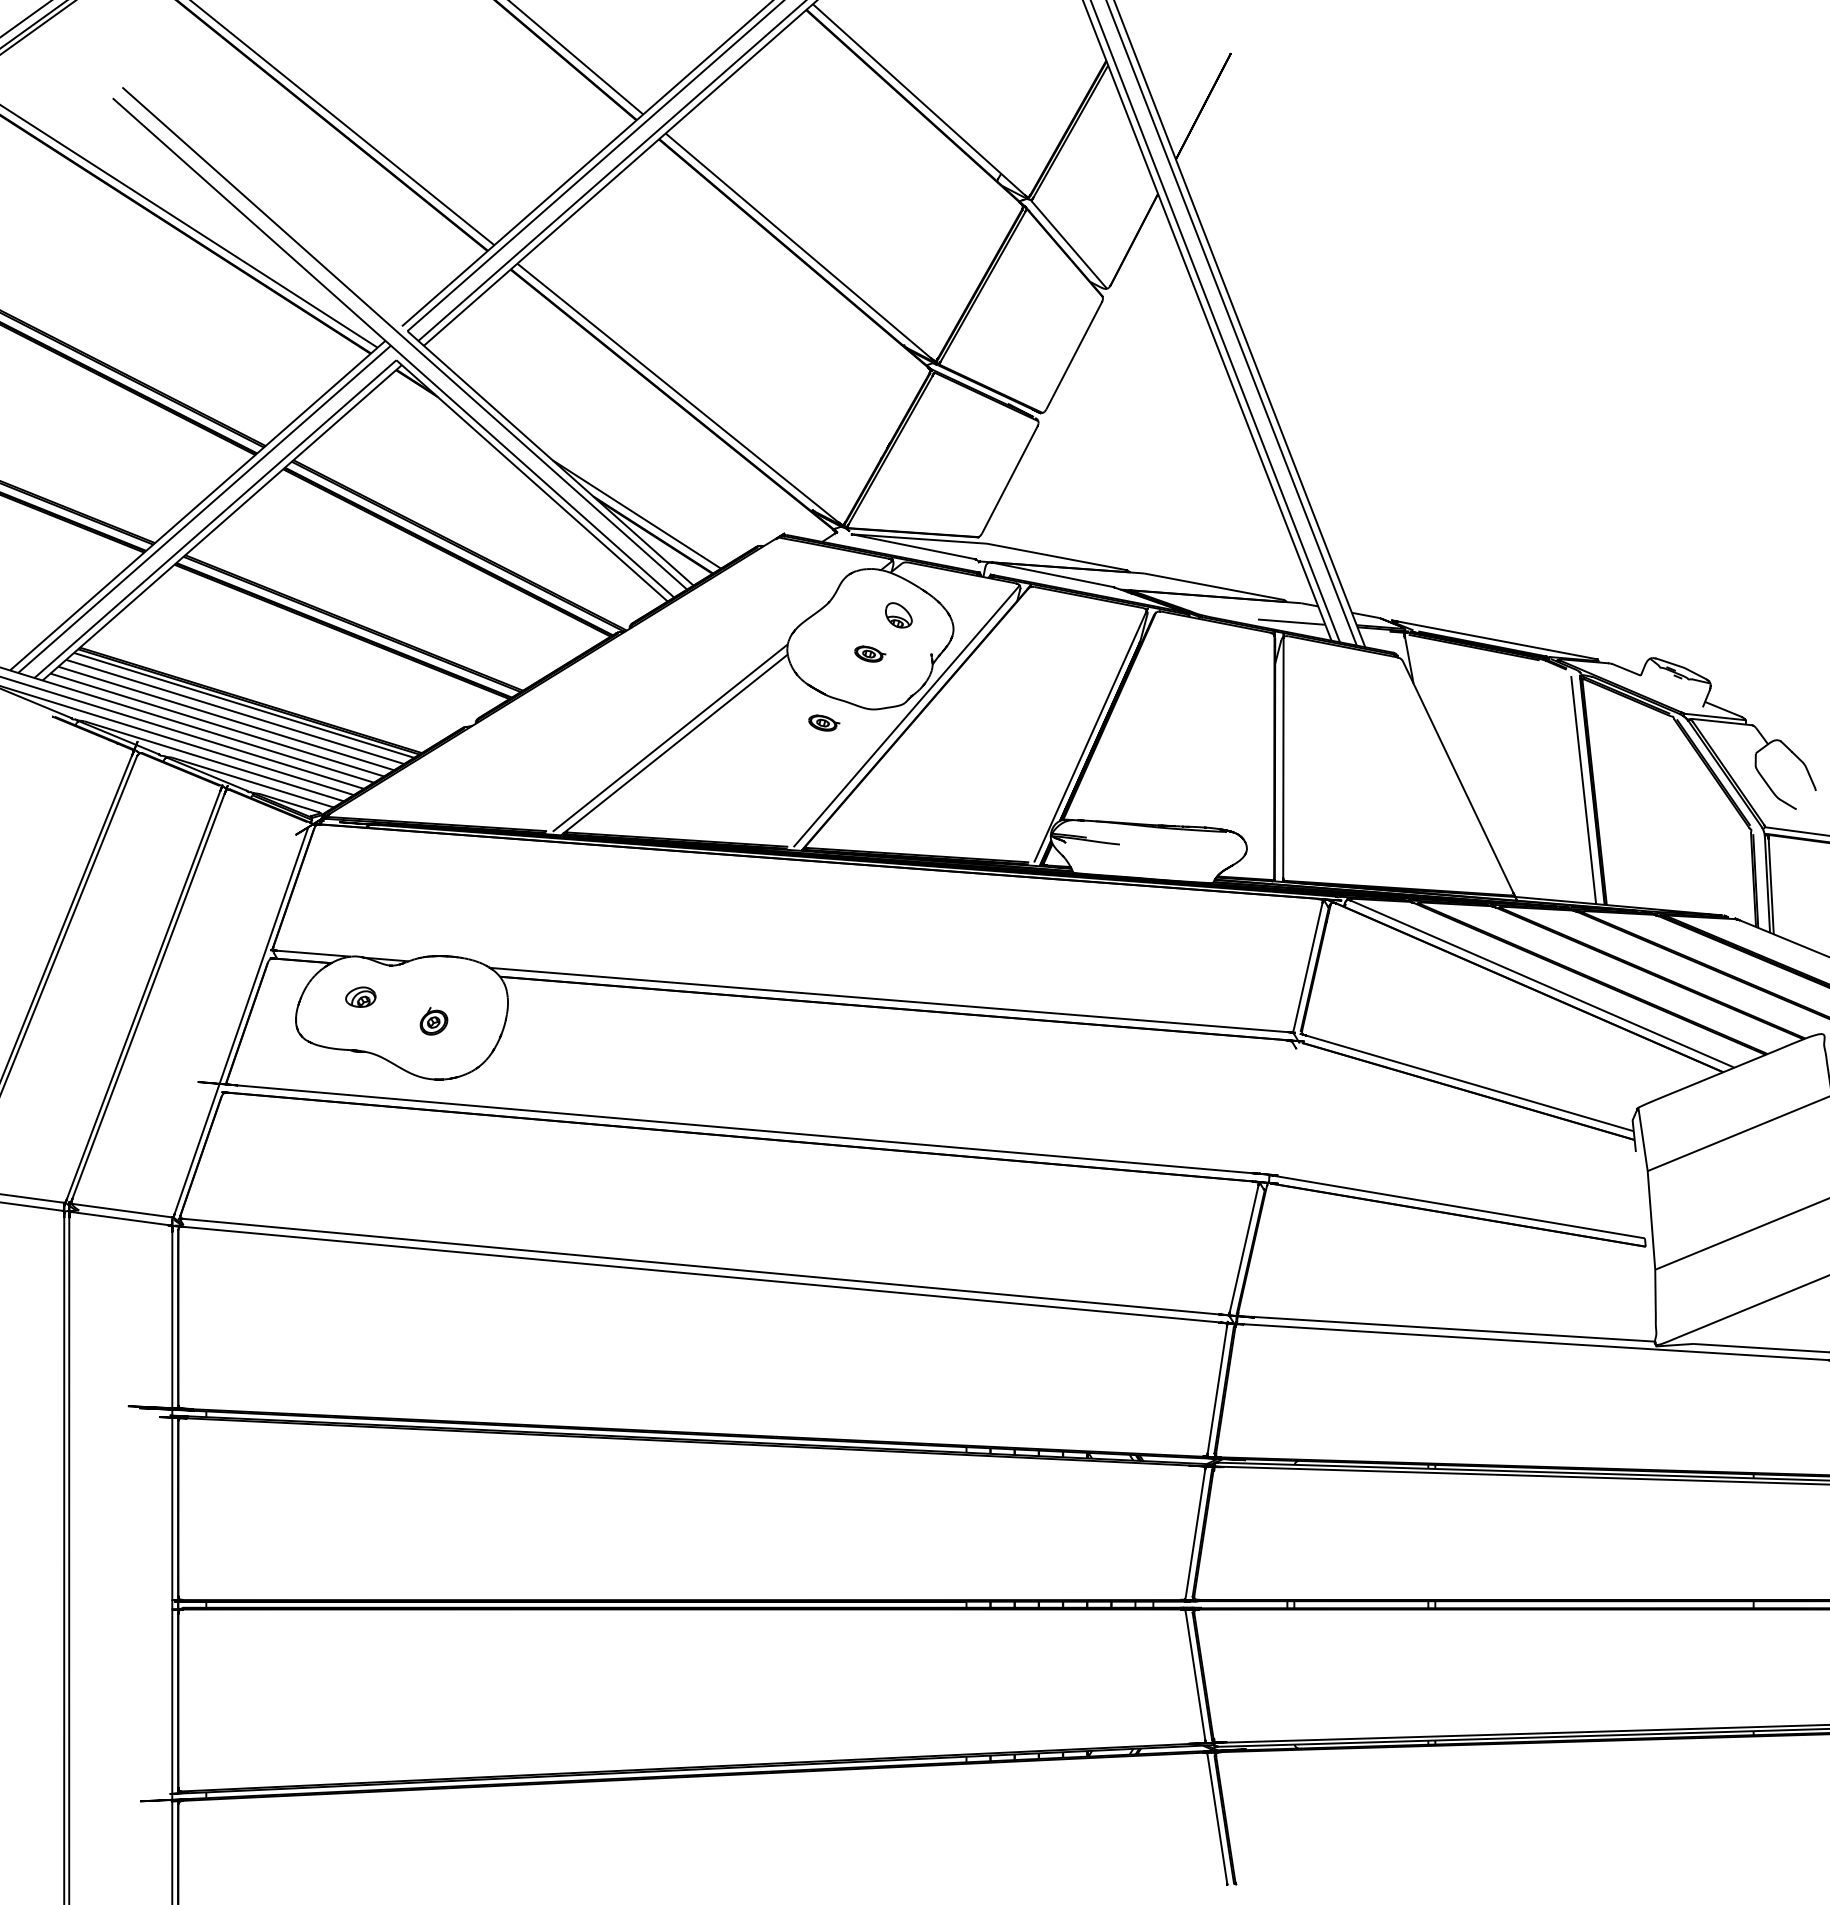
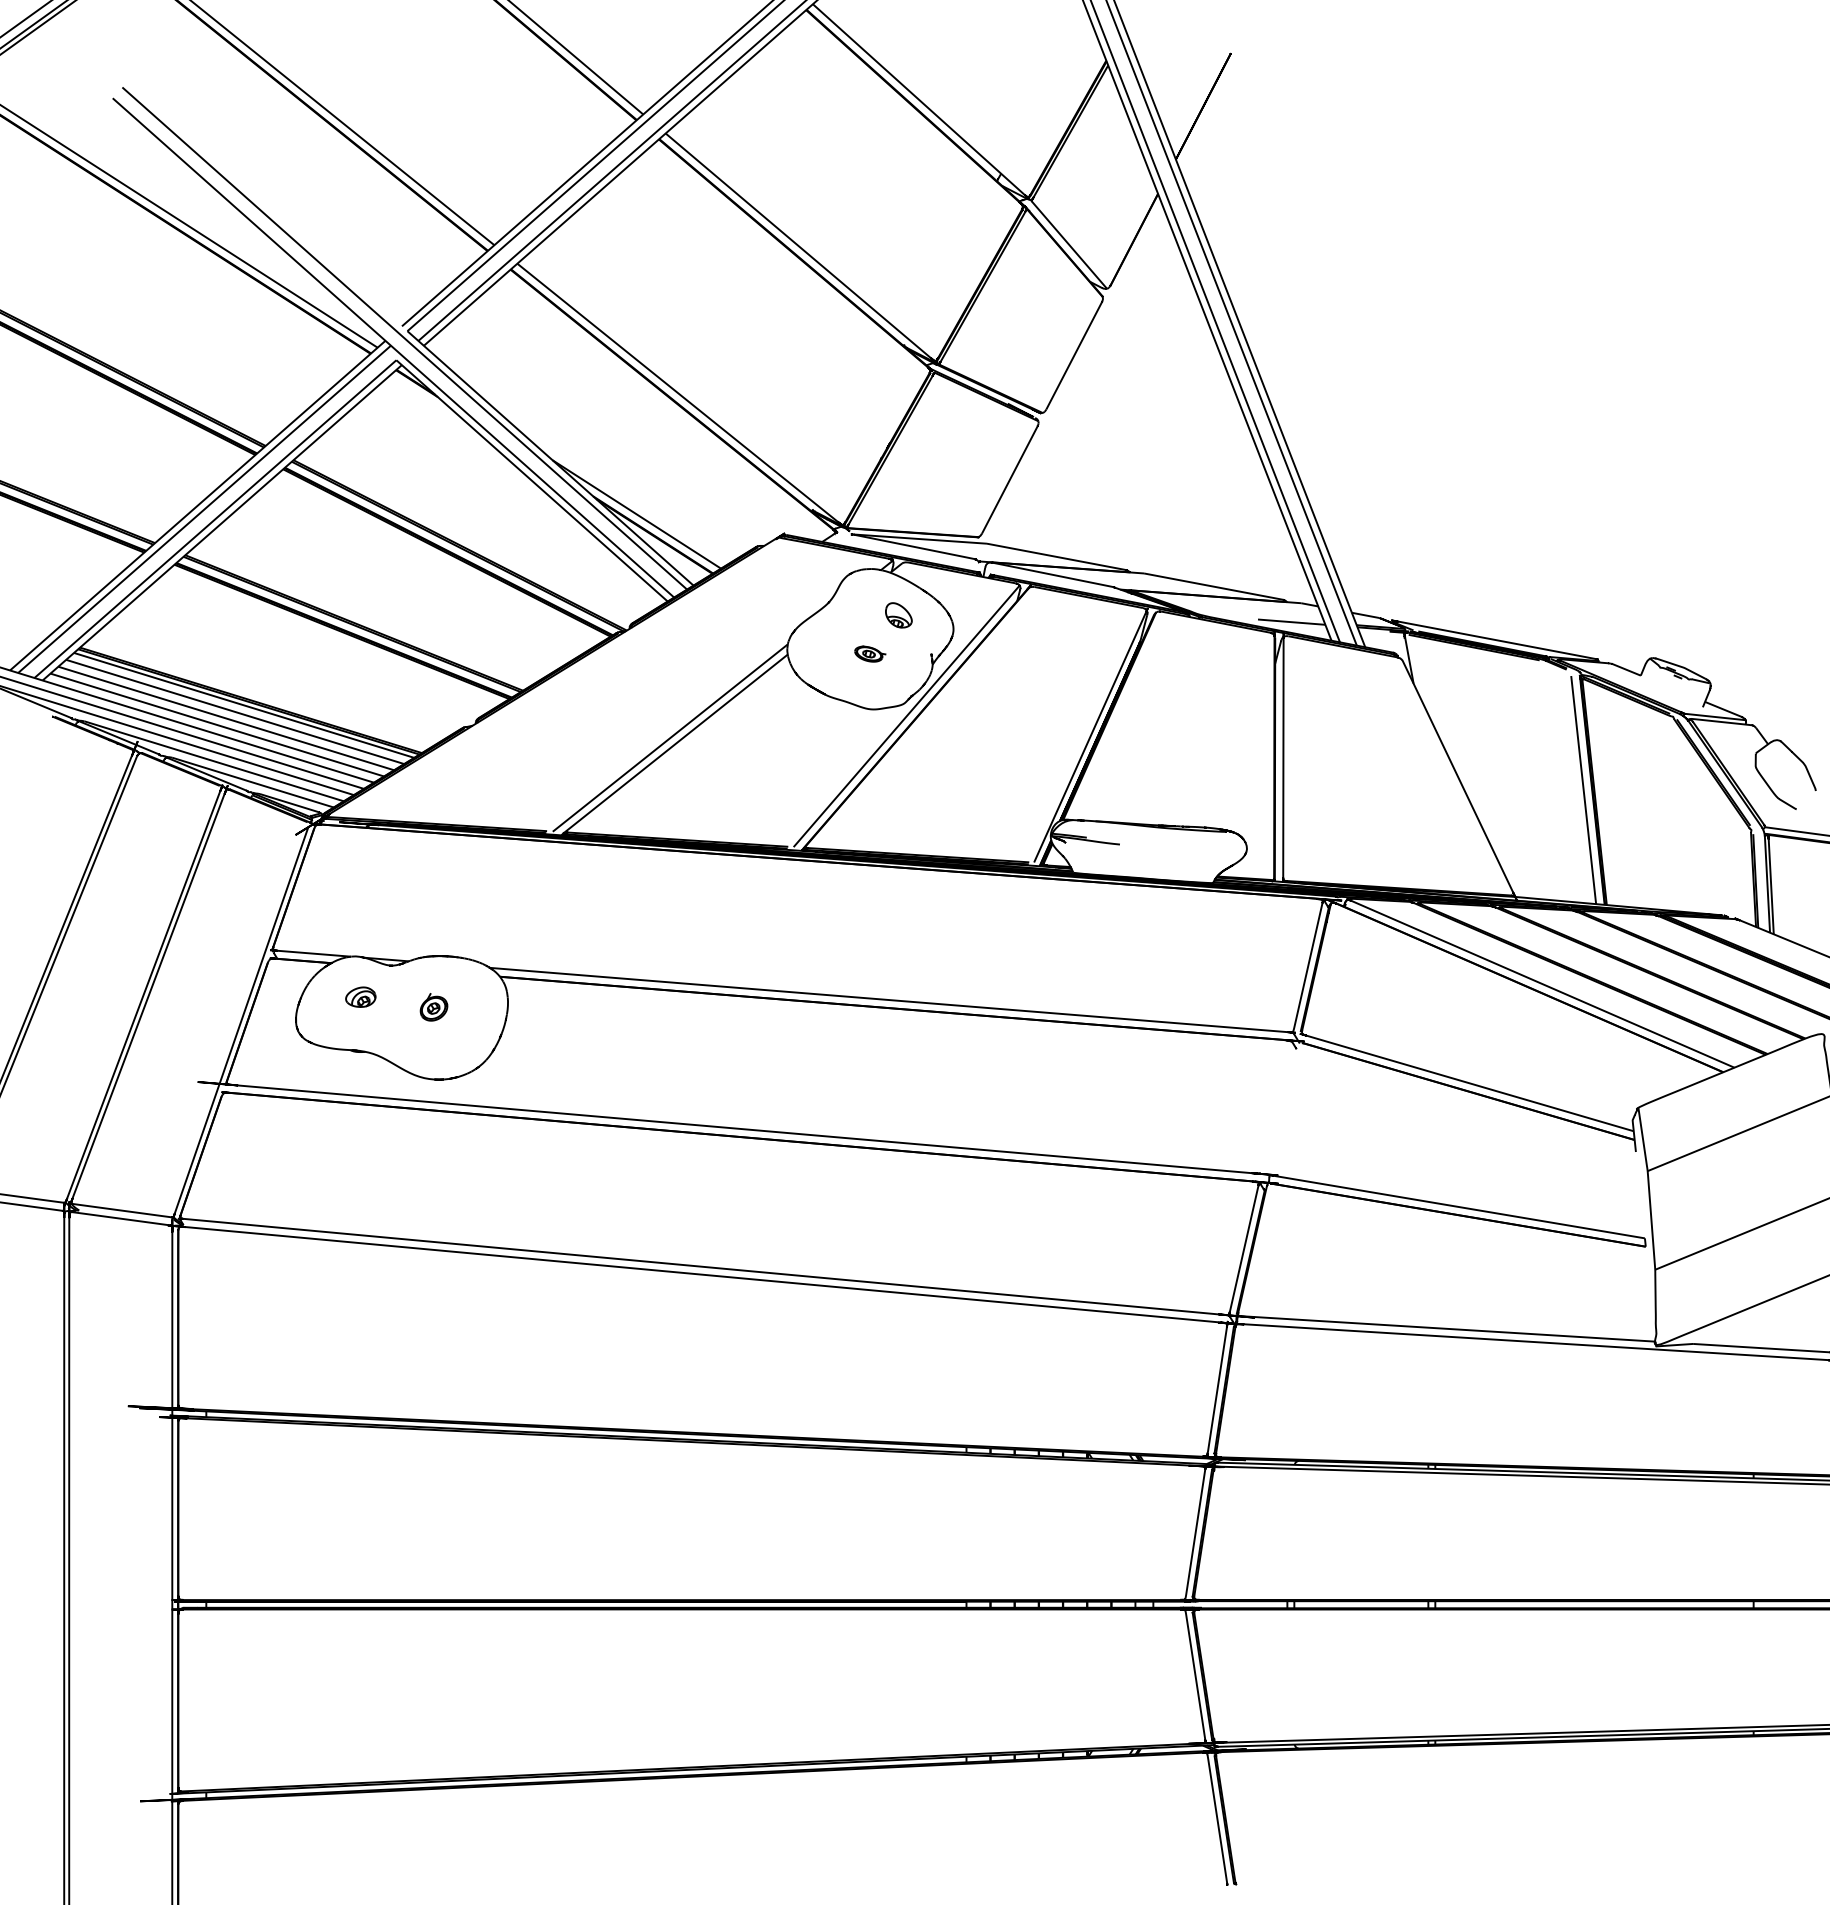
part at (824, 722): present -> none
part at (433, 1021) position: (433, 1021) -> (433, 1007)
